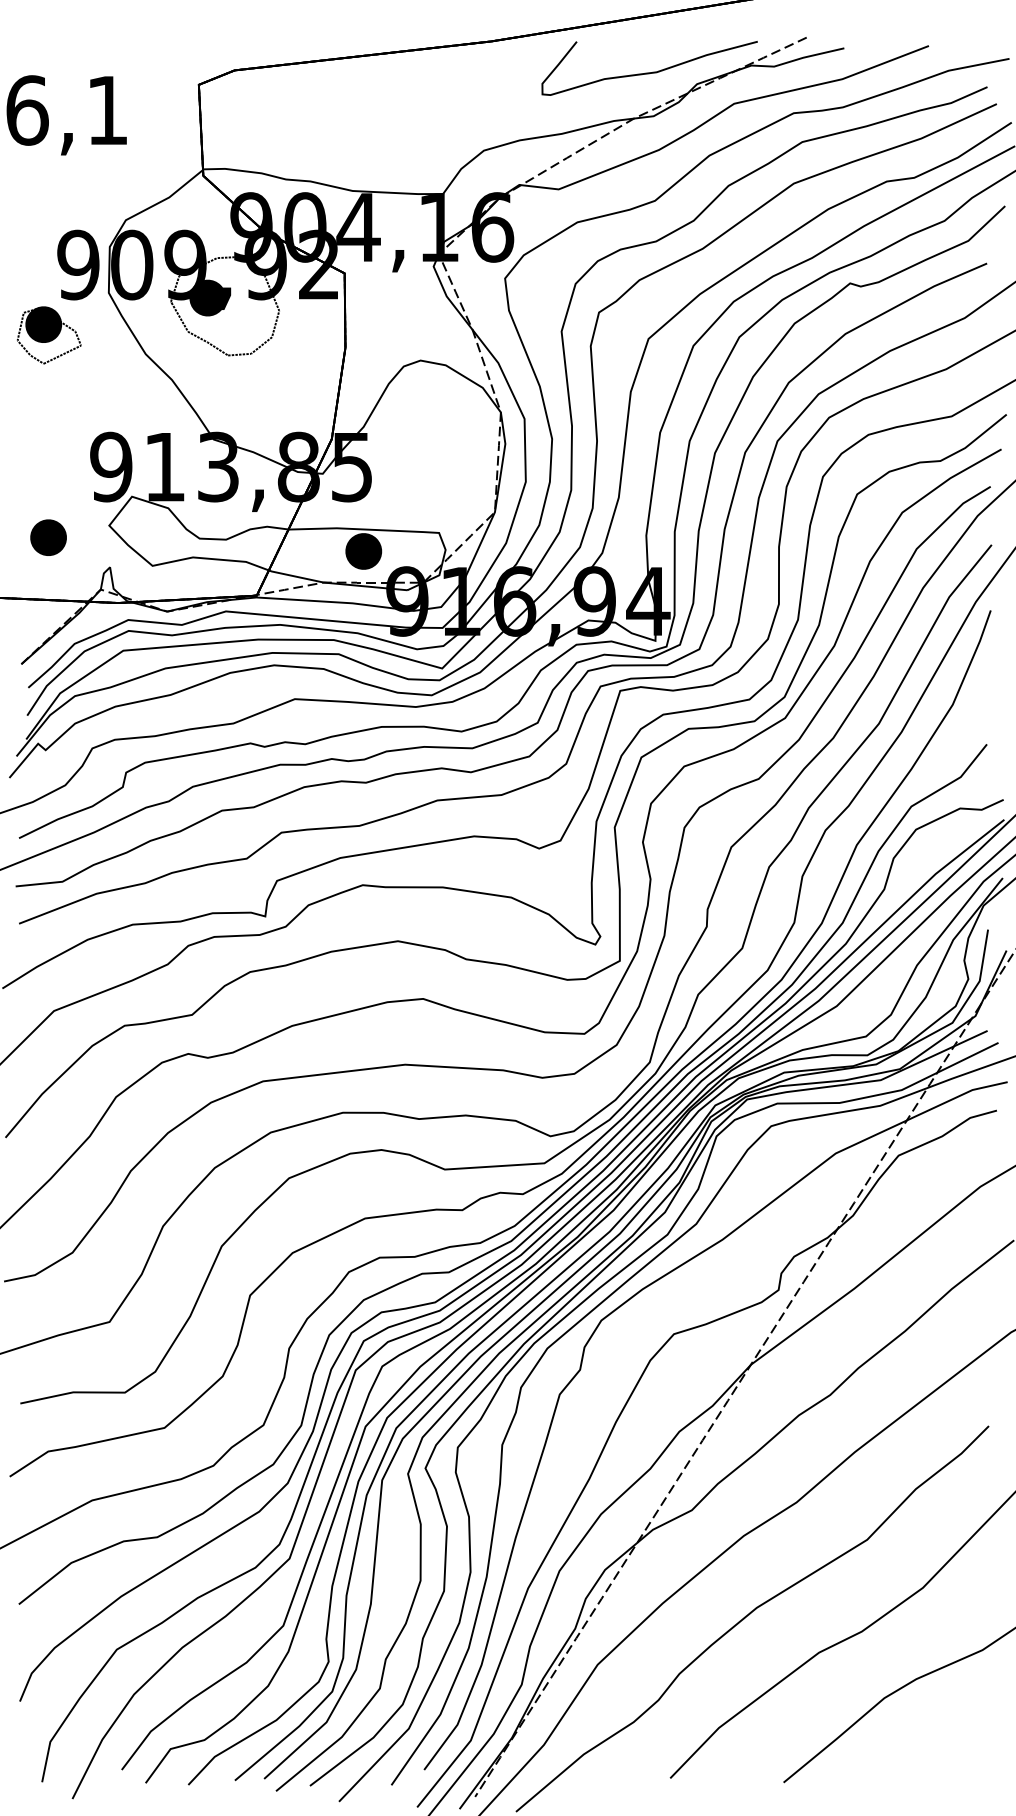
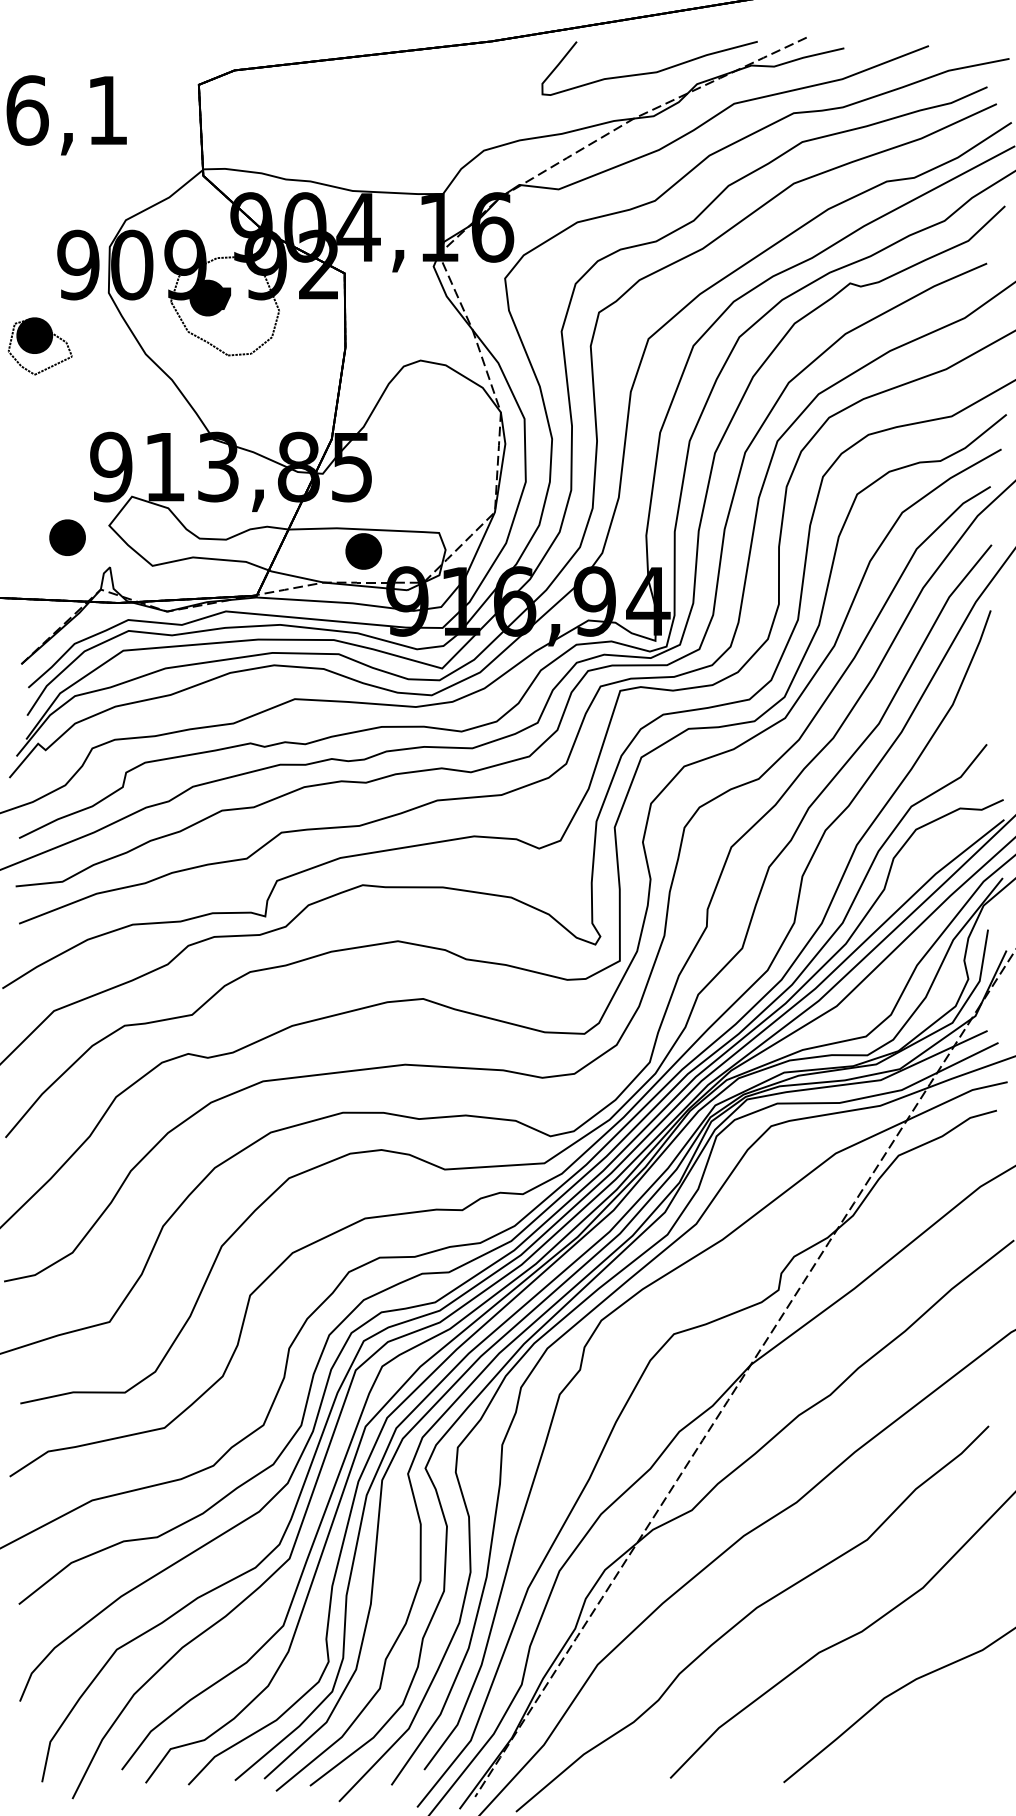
part at (49, 335) position: (49, 335) -> (40, 346)
part at (48, 537) position: (48, 537) -> (67, 537)
